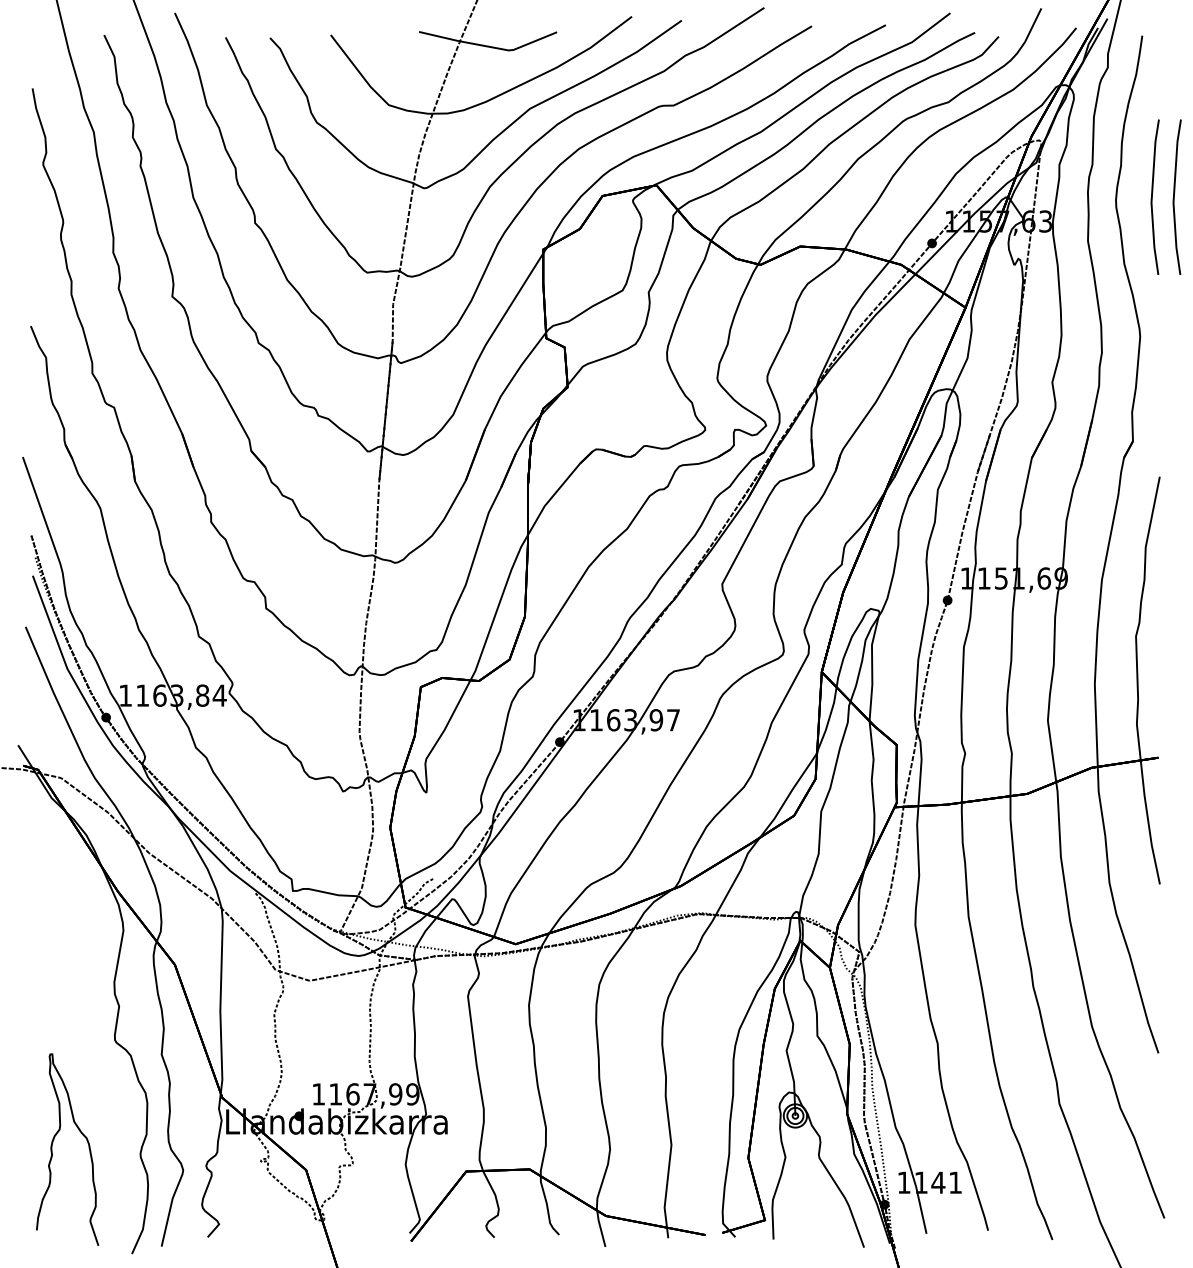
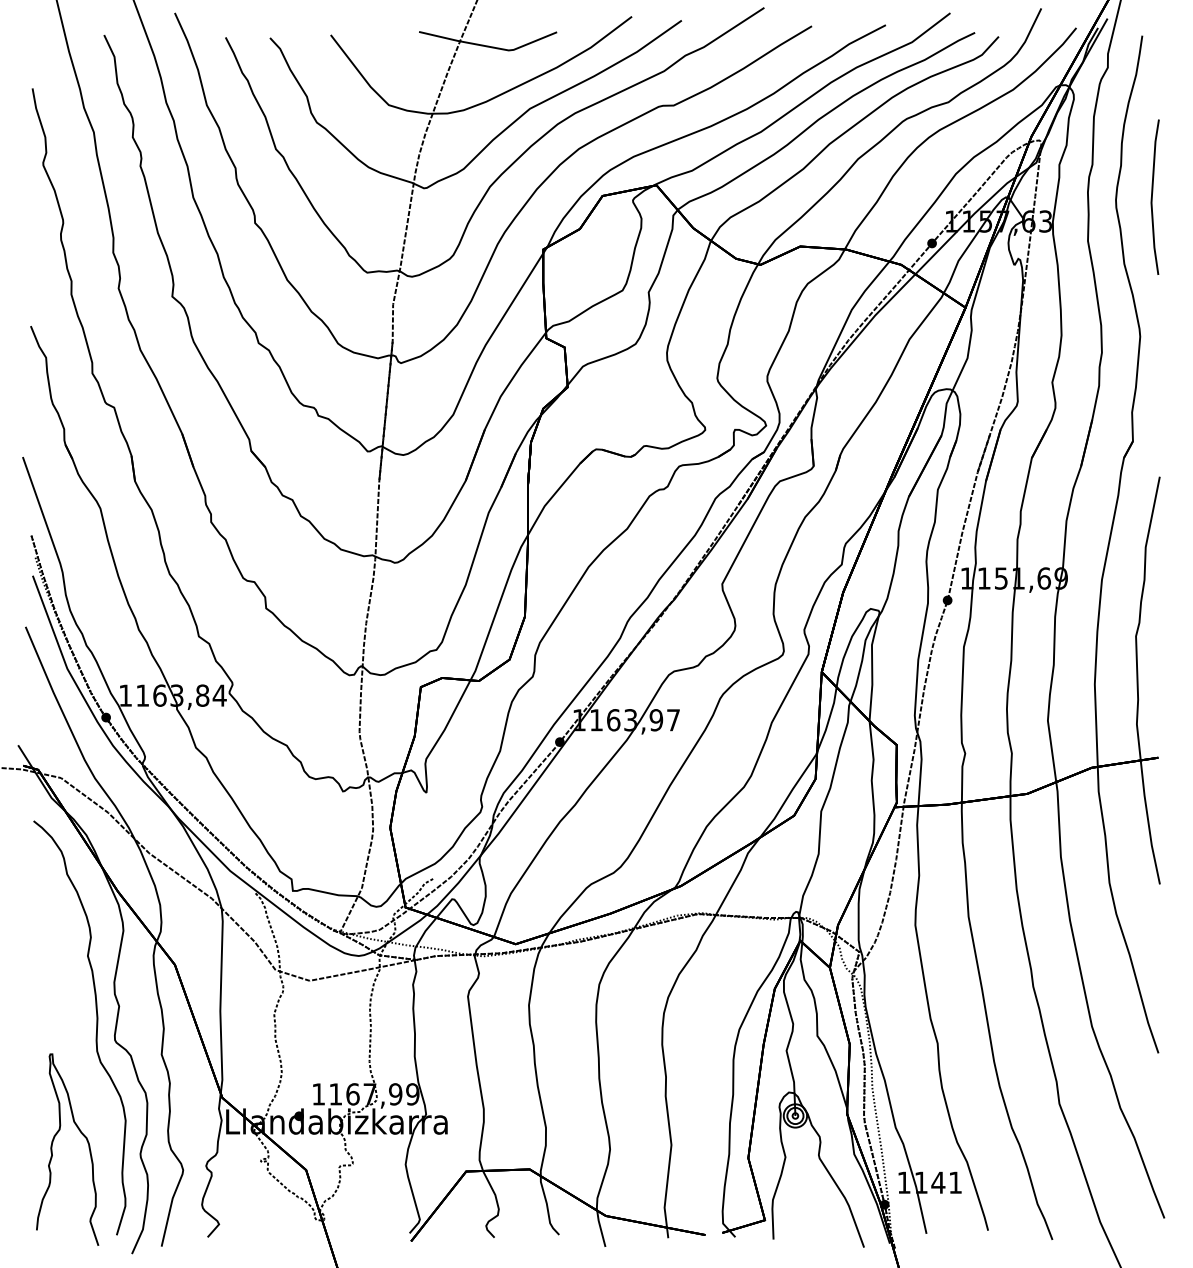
line at (1174, 196): present -> none
curve at (96, 1027): none -> present
